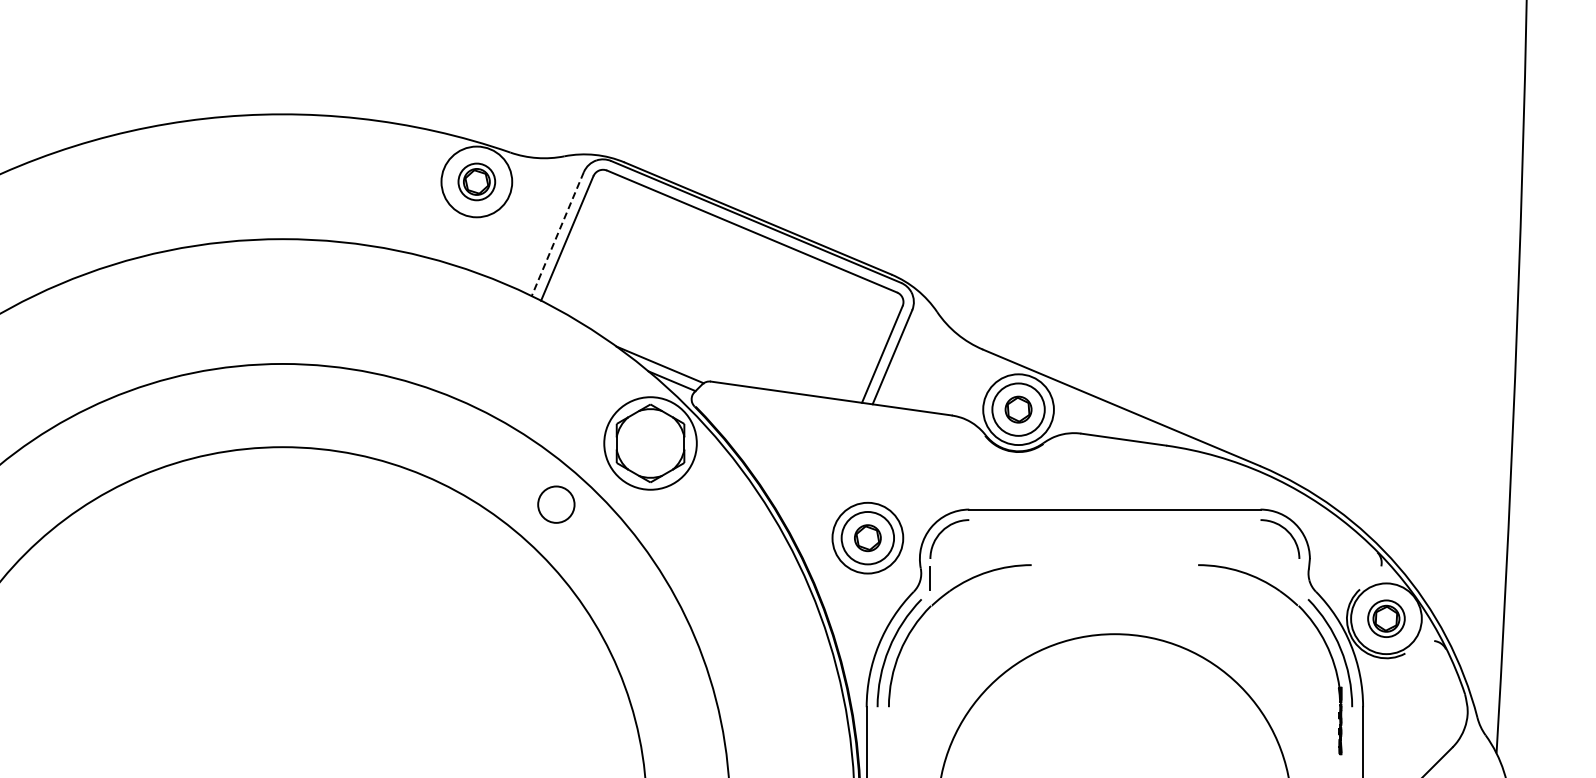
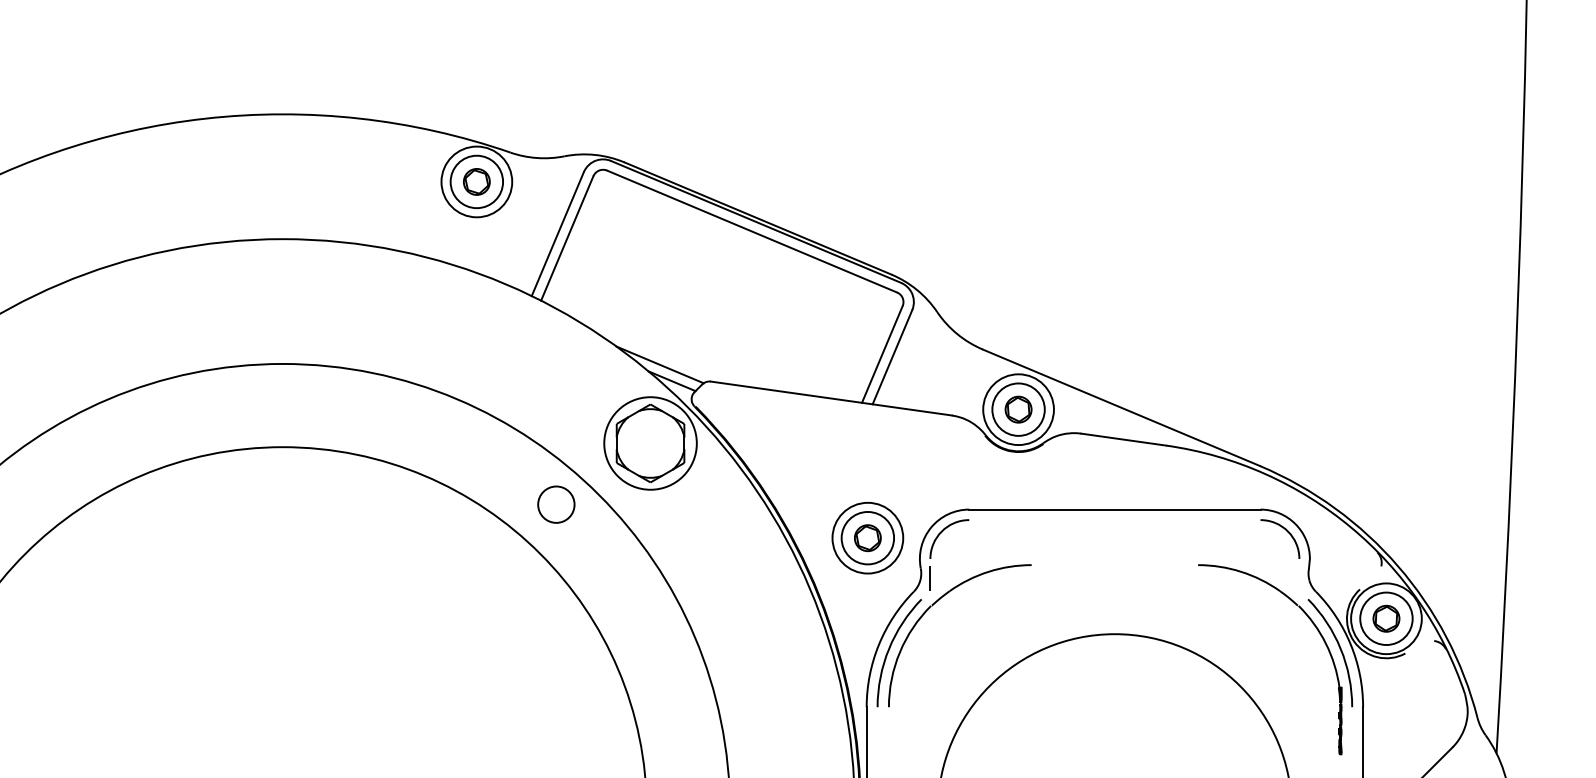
circle at (476, 181) diameter: 37 px -> 52 px
line at (557, 234): dashed -> solid
circle at (1386, 618) diameter: 37 px -> 52 px
